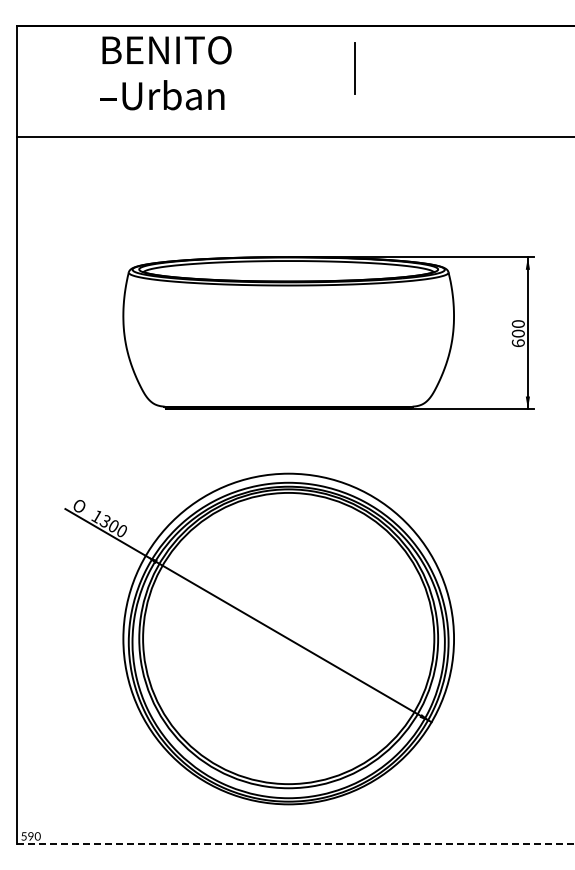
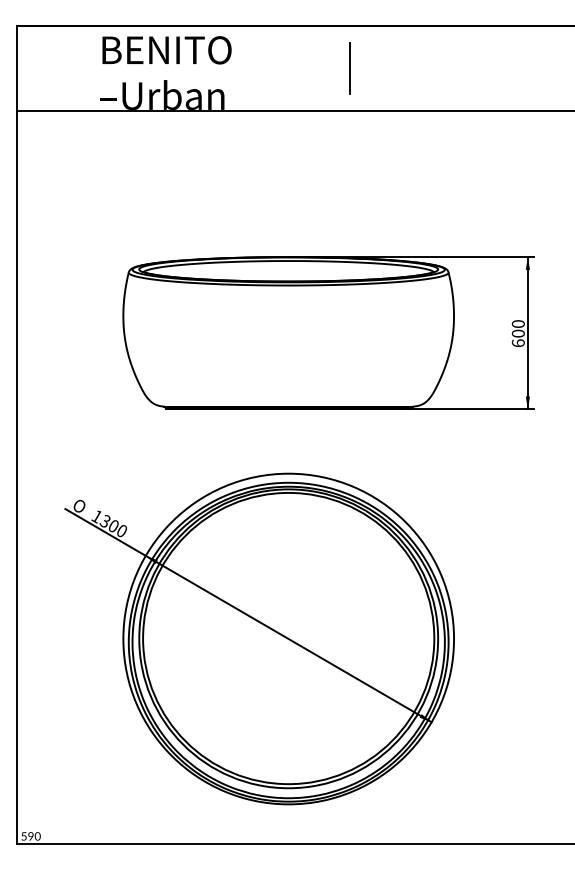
line at (354, 68) position: (354, 68) -> (349, 68)
line at (294, 136) position: (294, 136) -> (294, 110)
line at (296, 843): dashed -> solid
